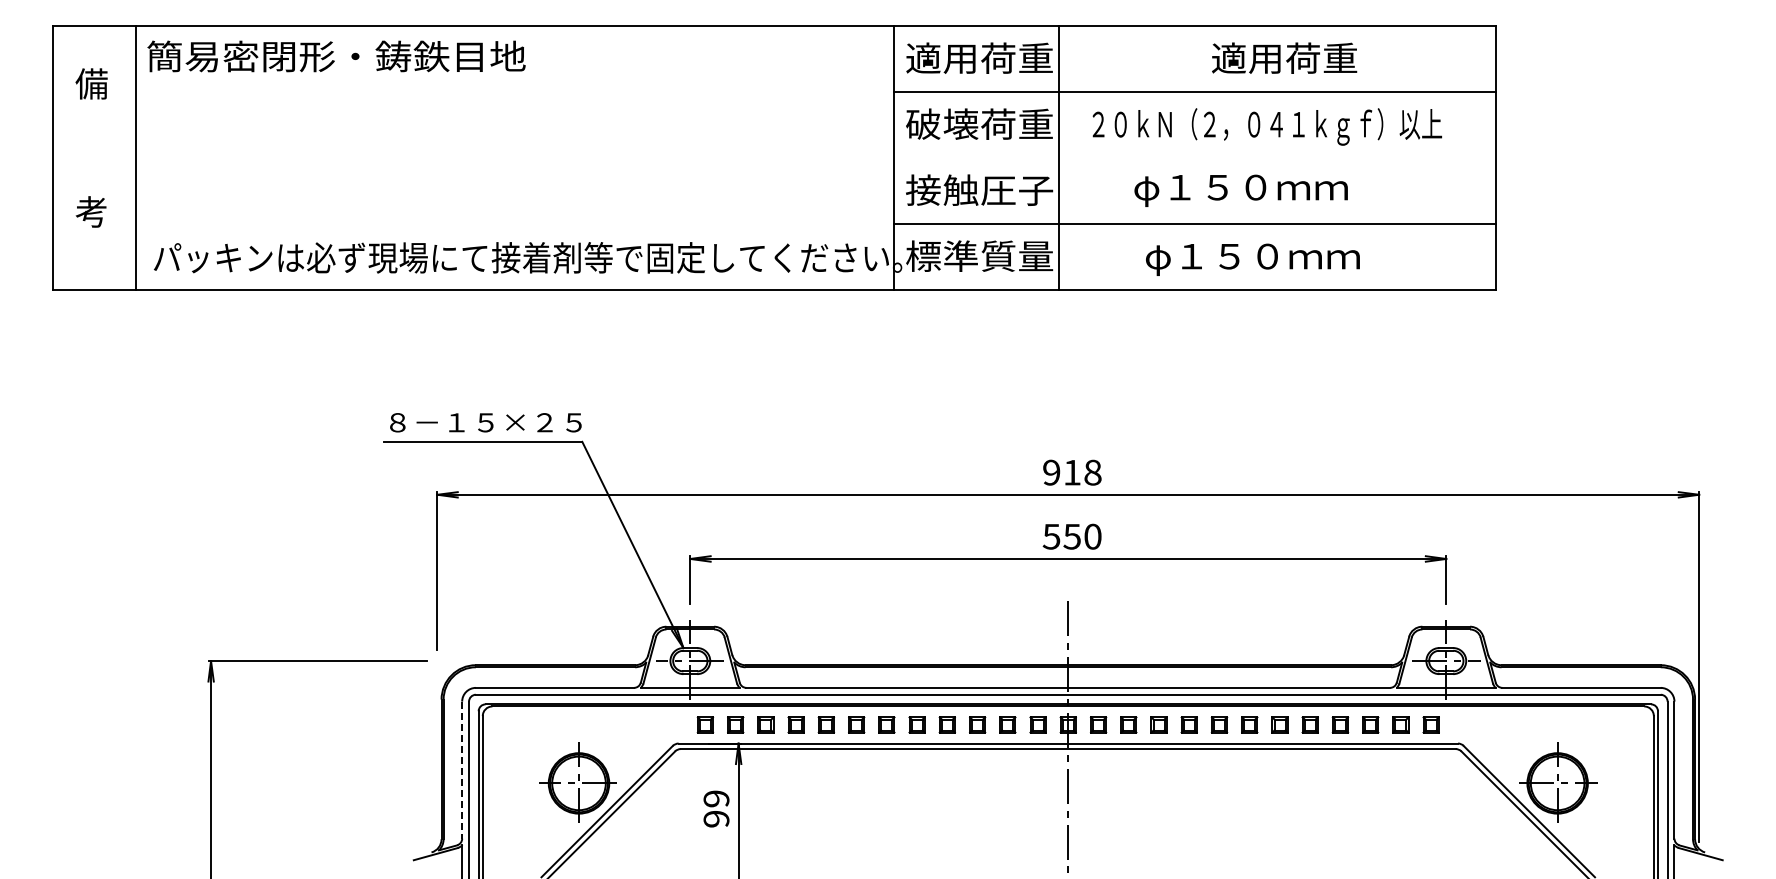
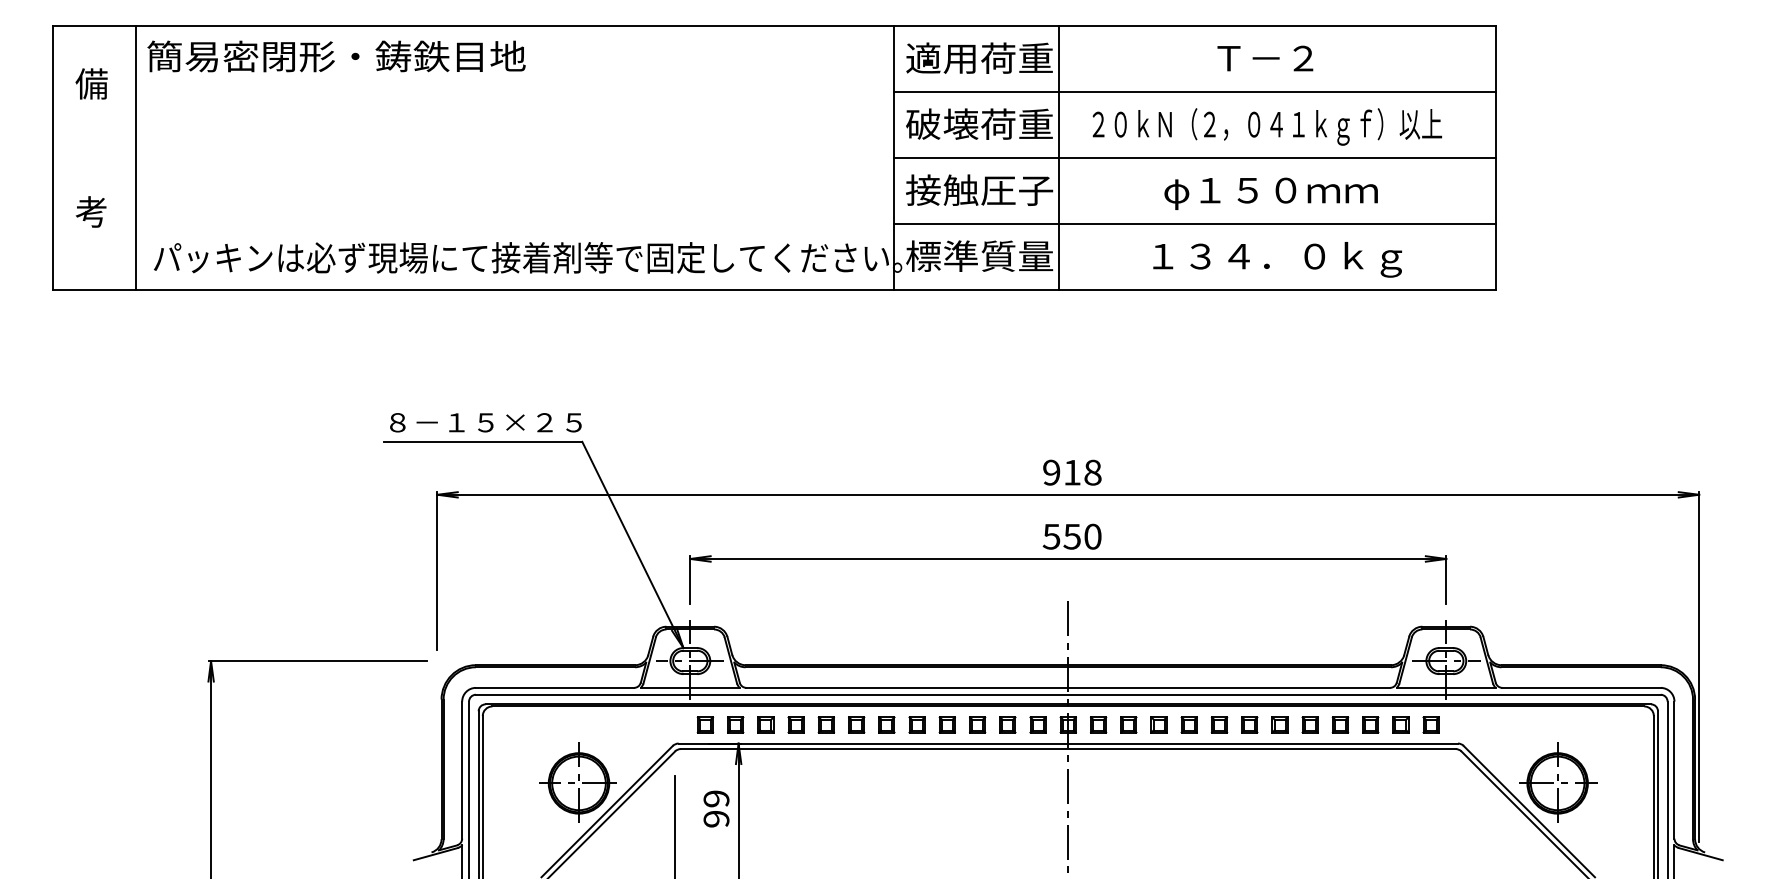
text at (1284, 57): 適用荷重 -> Ｔ－２
line at (1195, 158): none -> present
text at (1240, 190) position: (1240, 190) -> (1270, 193)
text at (1274, 259): φ１５０ｍｍ -> １３４．０ｋｇ
line at (462, 770): dashed -> solid
line at (675, 825): none -> present
